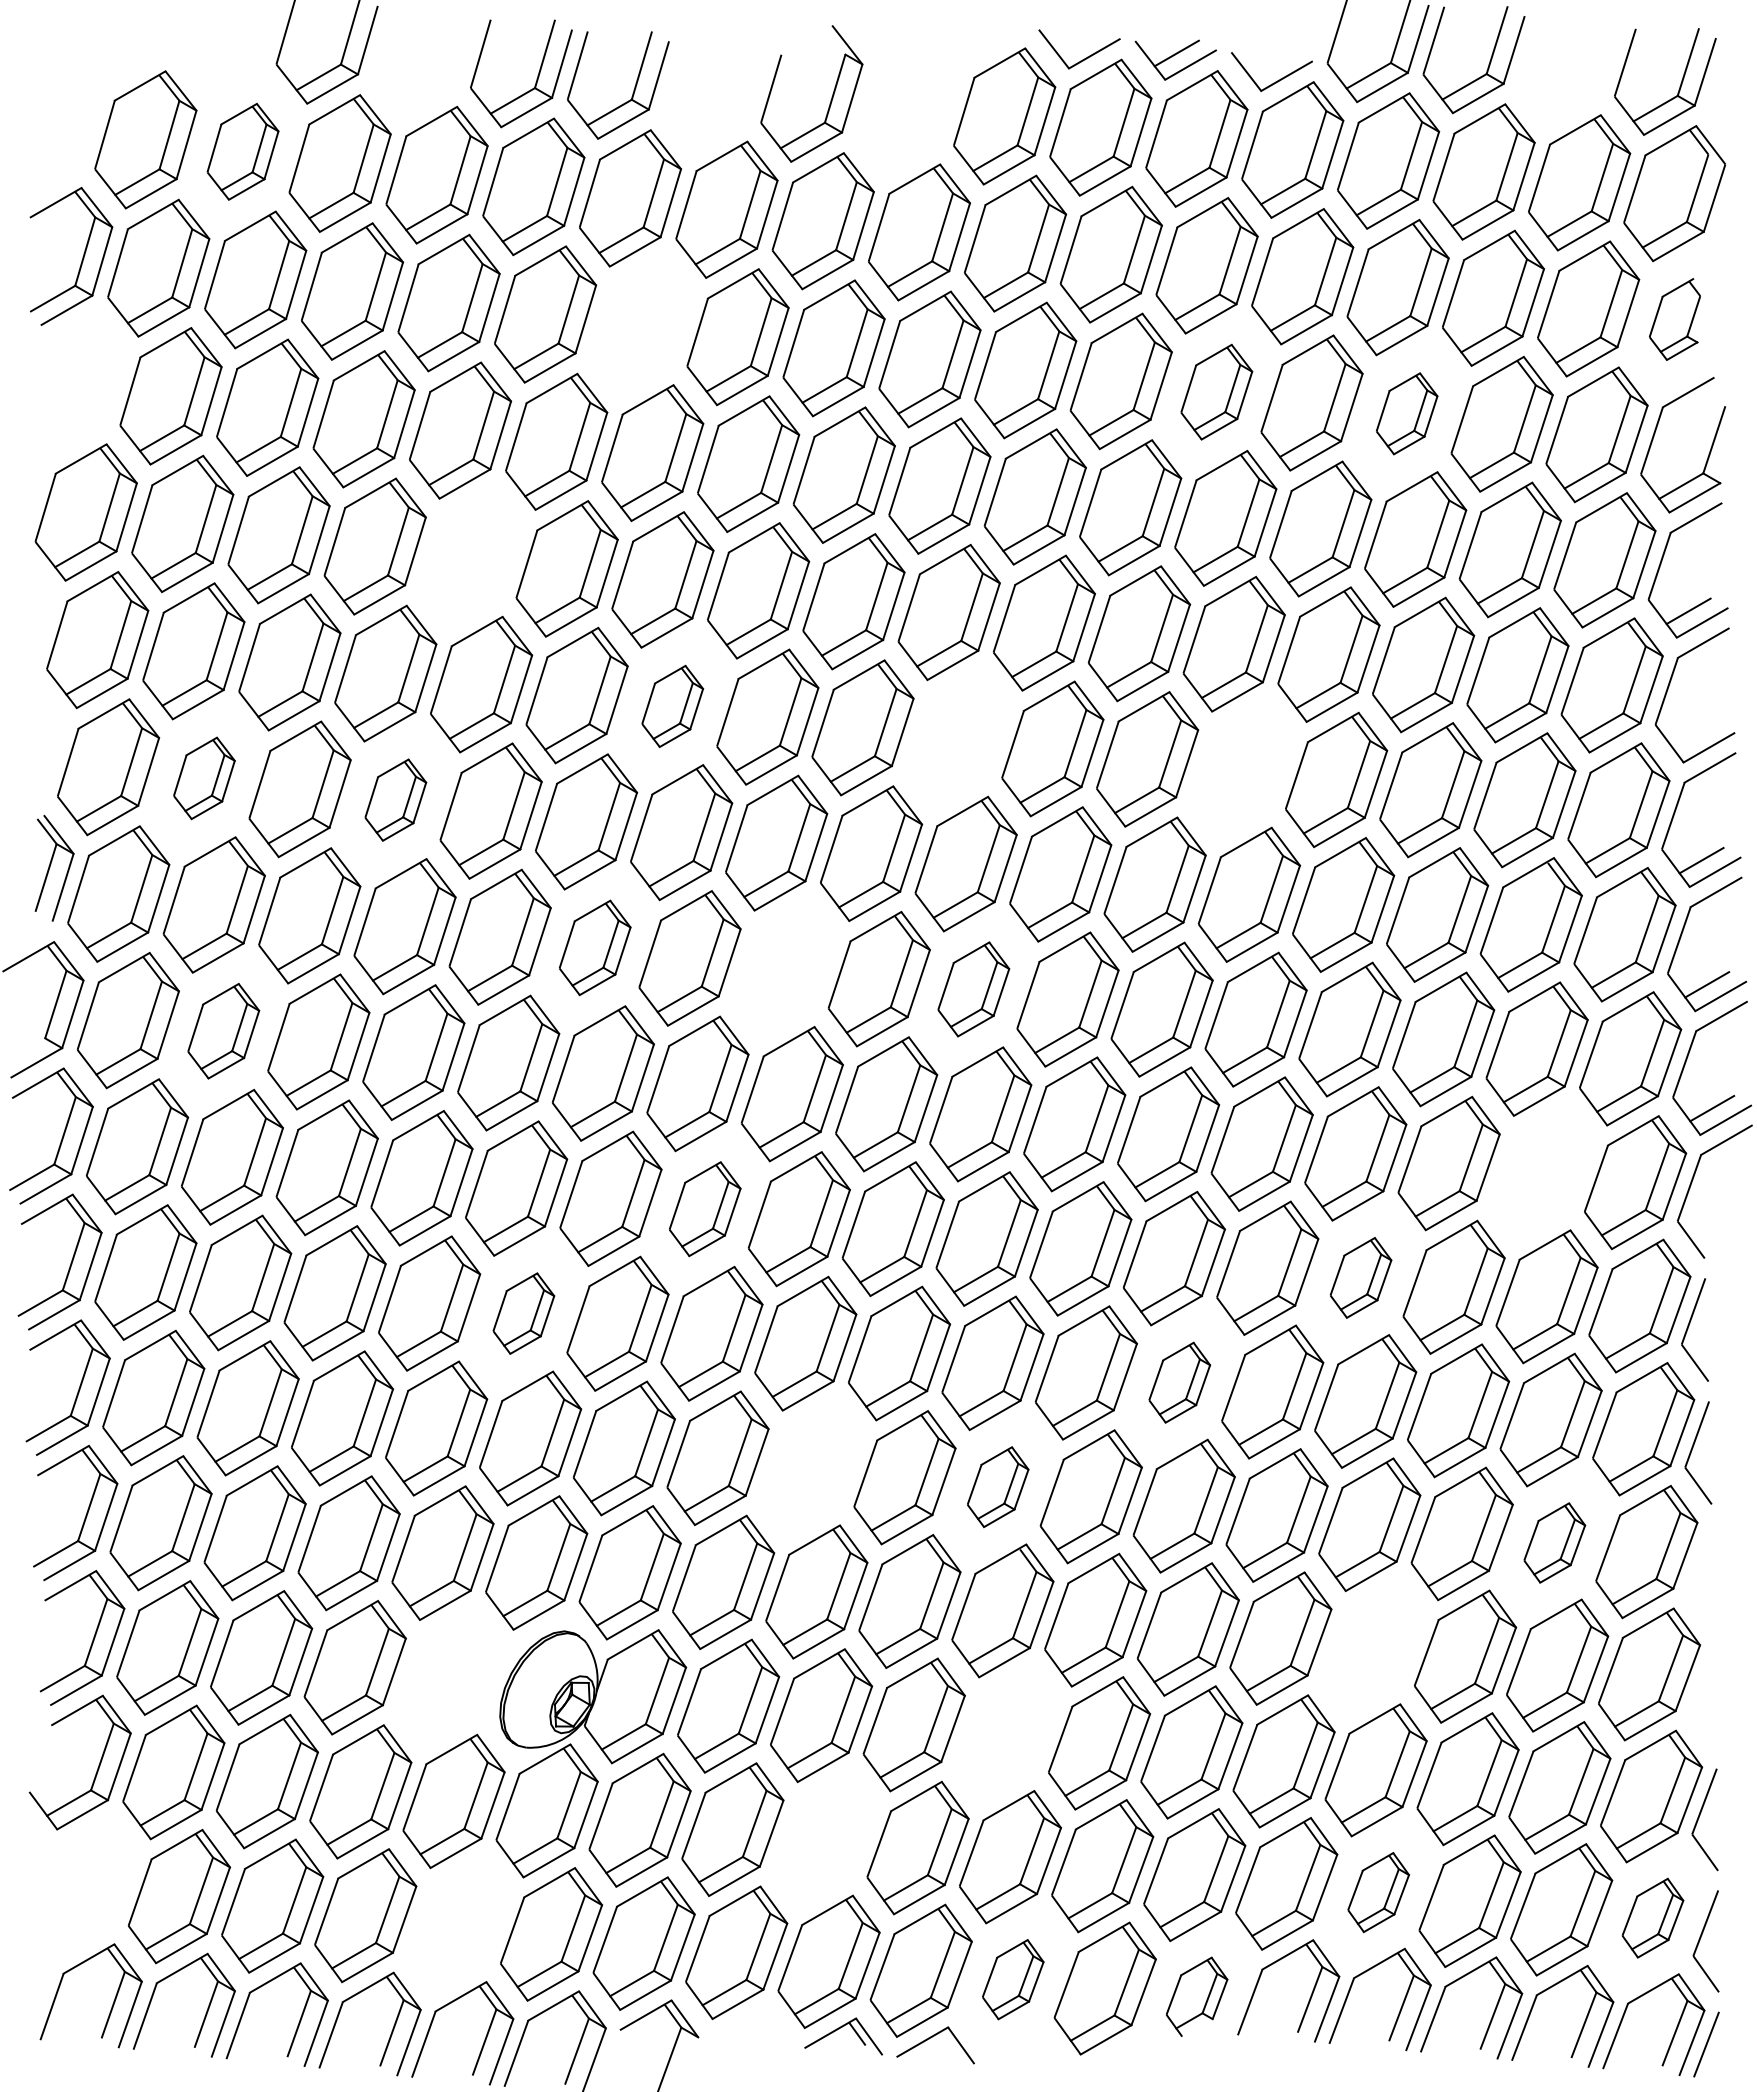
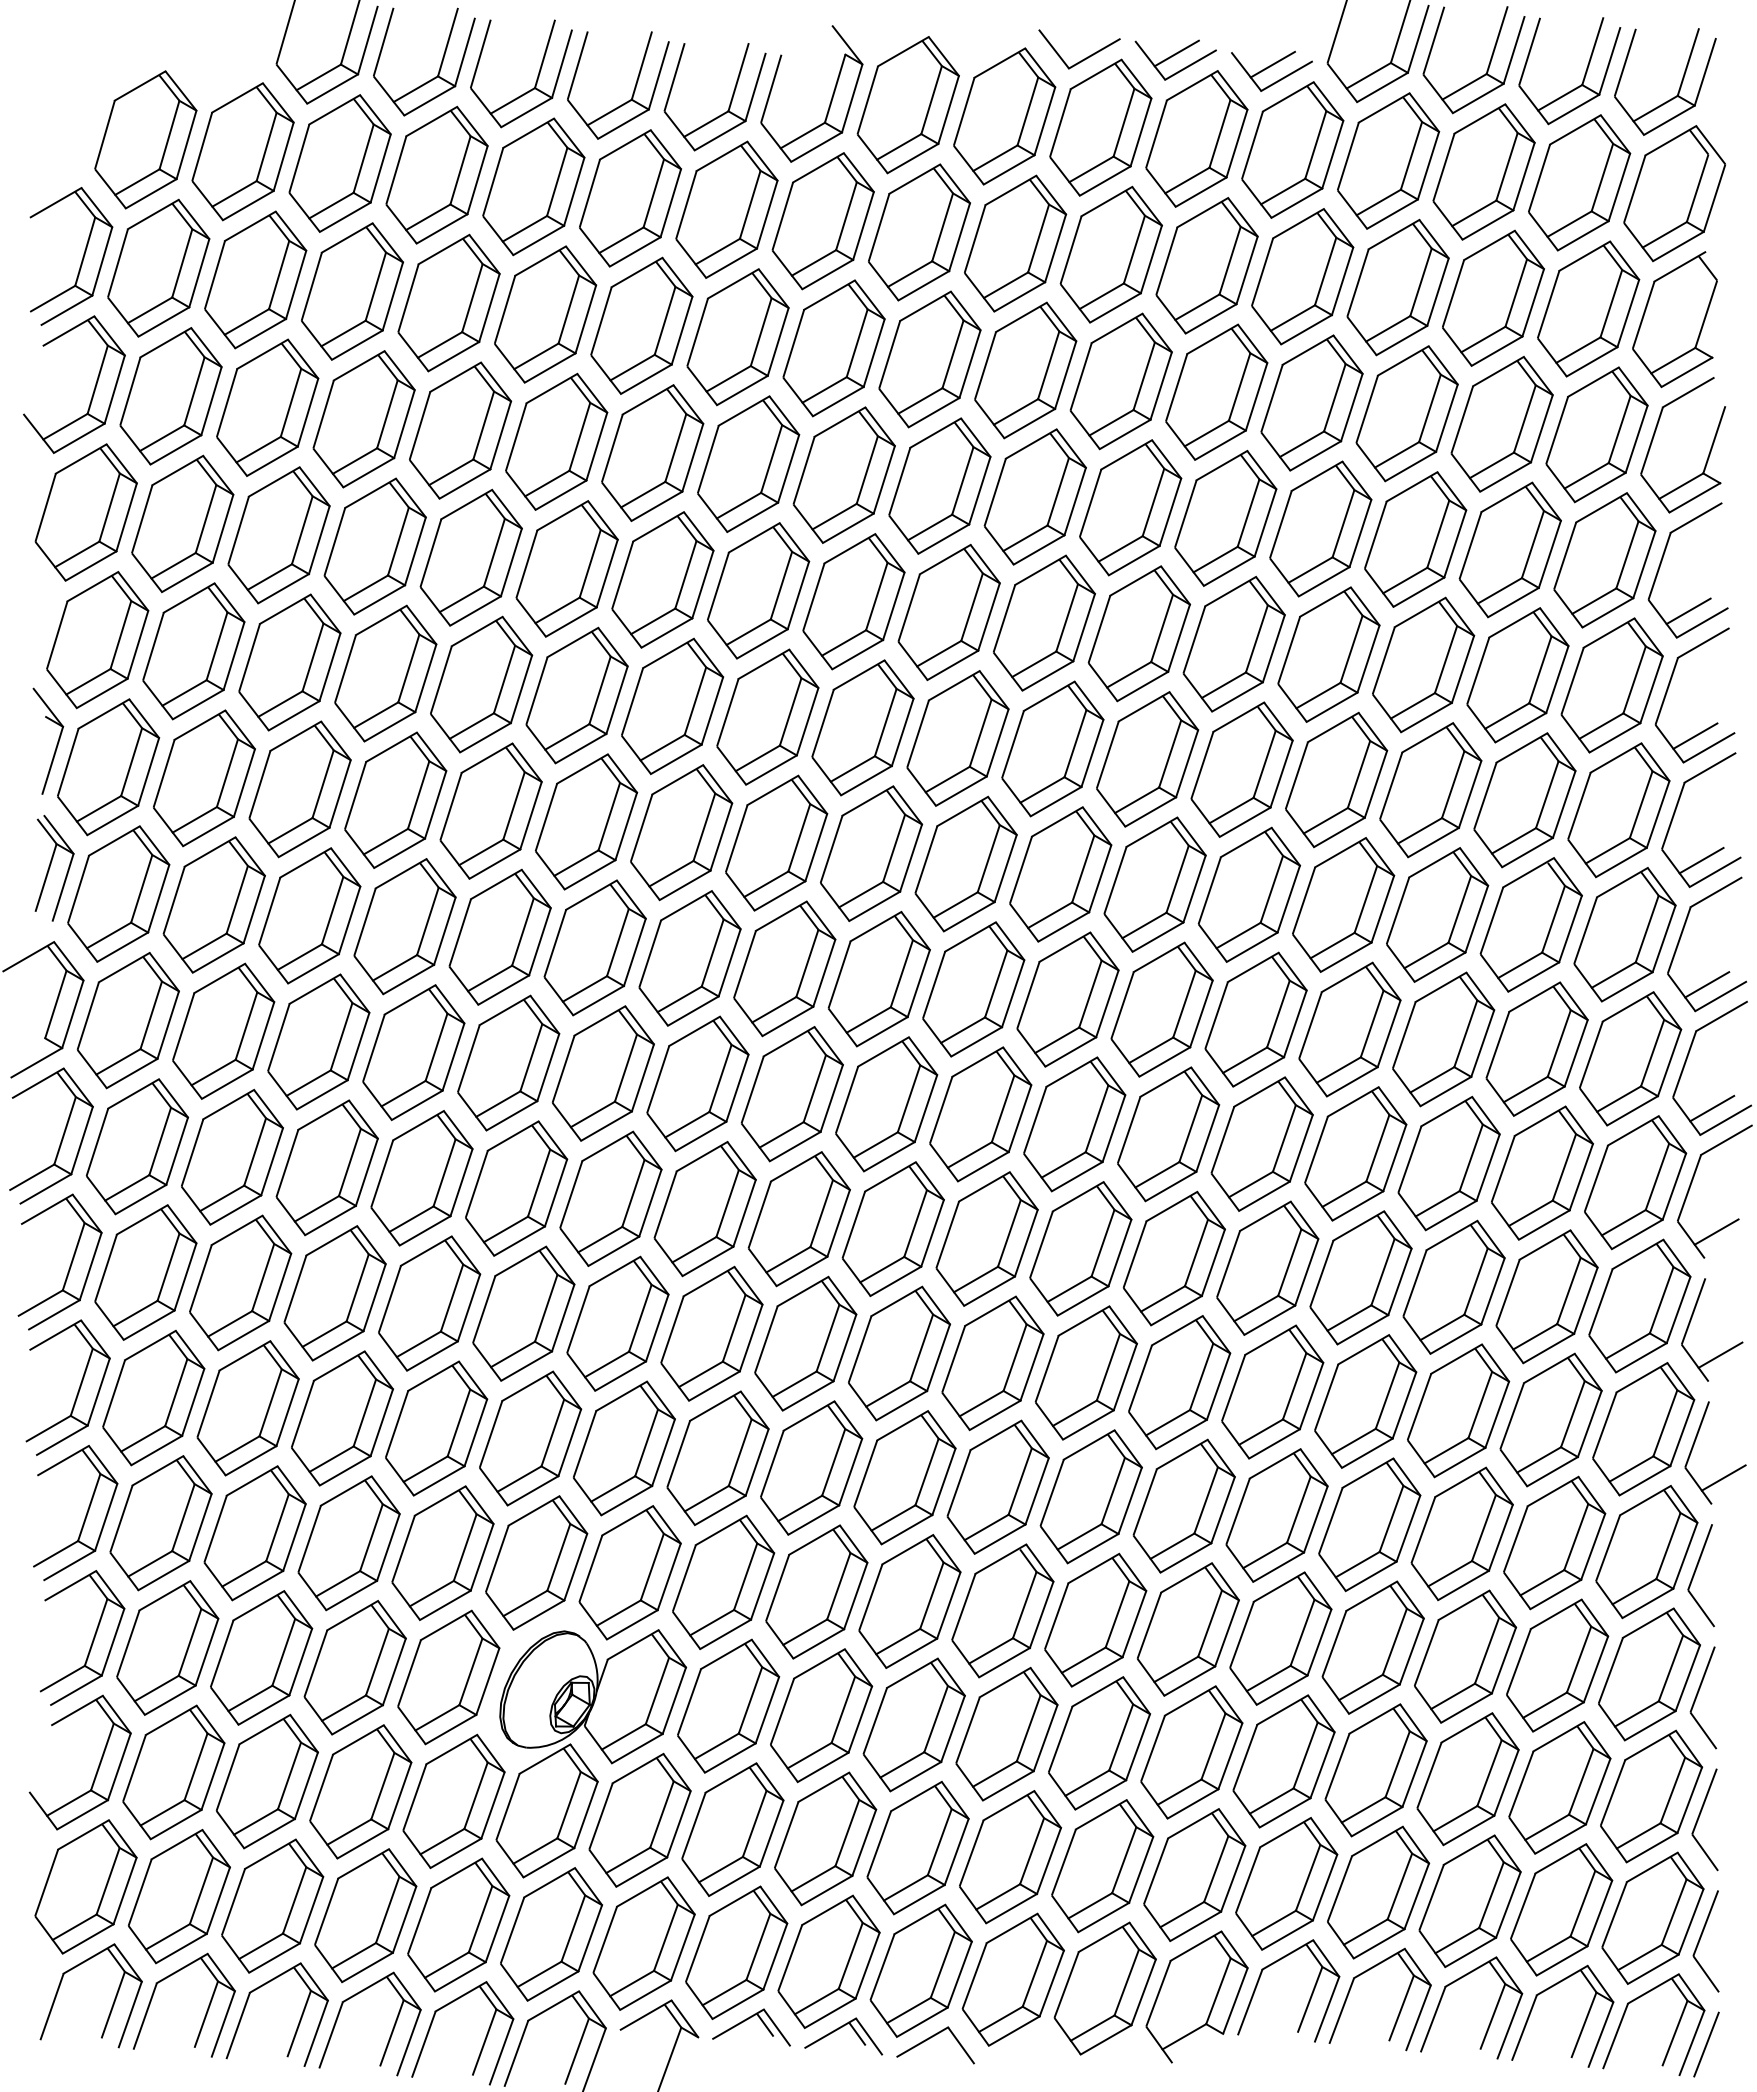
part at (440, 63): none -> present
line at (1272, 64): none -> present
part at (1583, 77): none -> present
part at (729, 103): none -> present
part at (907, 105): none -> present
part at (242, 151) size: 74x99 px -> 104x140 px
part at (1674, 319) size: 52x83 px -> 86x137 px
part at (641, 325): none -> present
part at (93, 389): none -> present
part at (1216, 391) size: 74x98 px -> 104x138 px
part at (1407, 413) size: 63x84 px -> 104x138 px
part at (470, 557): none -> present
part at (672, 706) size: 64x85 px -> 104x139 px
line at (1695, 735): none -> present
part at (957, 738): none -> present
part at (56, 744): none -> present
part at (1241, 769): none -> present
part at (204, 778) size: 63x85 px -> 103x139 px
part at (395, 799) size: 64x84 px -> 104x138 px
part at (594, 947) size: 74x98 px -> 104x138 px
part at (784, 968): none -> present
part at (973, 989) size: 74x97 px -> 104x137 px
part at (223, 1031) size: 74x97 px -> 104x138 px
part at (1542, 1172): none -> present
part at (705, 1209) size: 73x97 px -> 104x137 px
line at (1716, 1231): none -> present
part at (1360, 1277) size: 64x82 px -> 104x136 px
part at (523, 1313) size: 64x83 px -> 104x137 px
line at (1720, 1354): none -> present
part at (1179, 1382) size: 63x83 px -> 104x136 px
part at (811, 1467): none -> present
line at (1723, 1477): none -> present
part at (998, 1487) size: 63x83 px -> 104x136 px
part at (1554, 1542) size: 64x82 px -> 104x136 px
part at (1700, 1575): none -> present
part at (1372, 1647): none -> present
part at (448, 1677): none -> present
part at (1703, 1697): none -> present
part at (1006, 1733): none -> present
part at (825, 1838): none -> present
part at (85, 1886): none -> present
part at (1378, 1892) size: 64x82 px -> 104x135 px
part at (1652, 1917) size: 64x82 px -> 104x134 px
part at (458, 1924): none -> present
part at (1013, 1979) size: 63x82 px -> 104x135 px
part at (1196, 1996) size: 64x81 px -> 104x134 px
part at (747, 2020): none -> present
